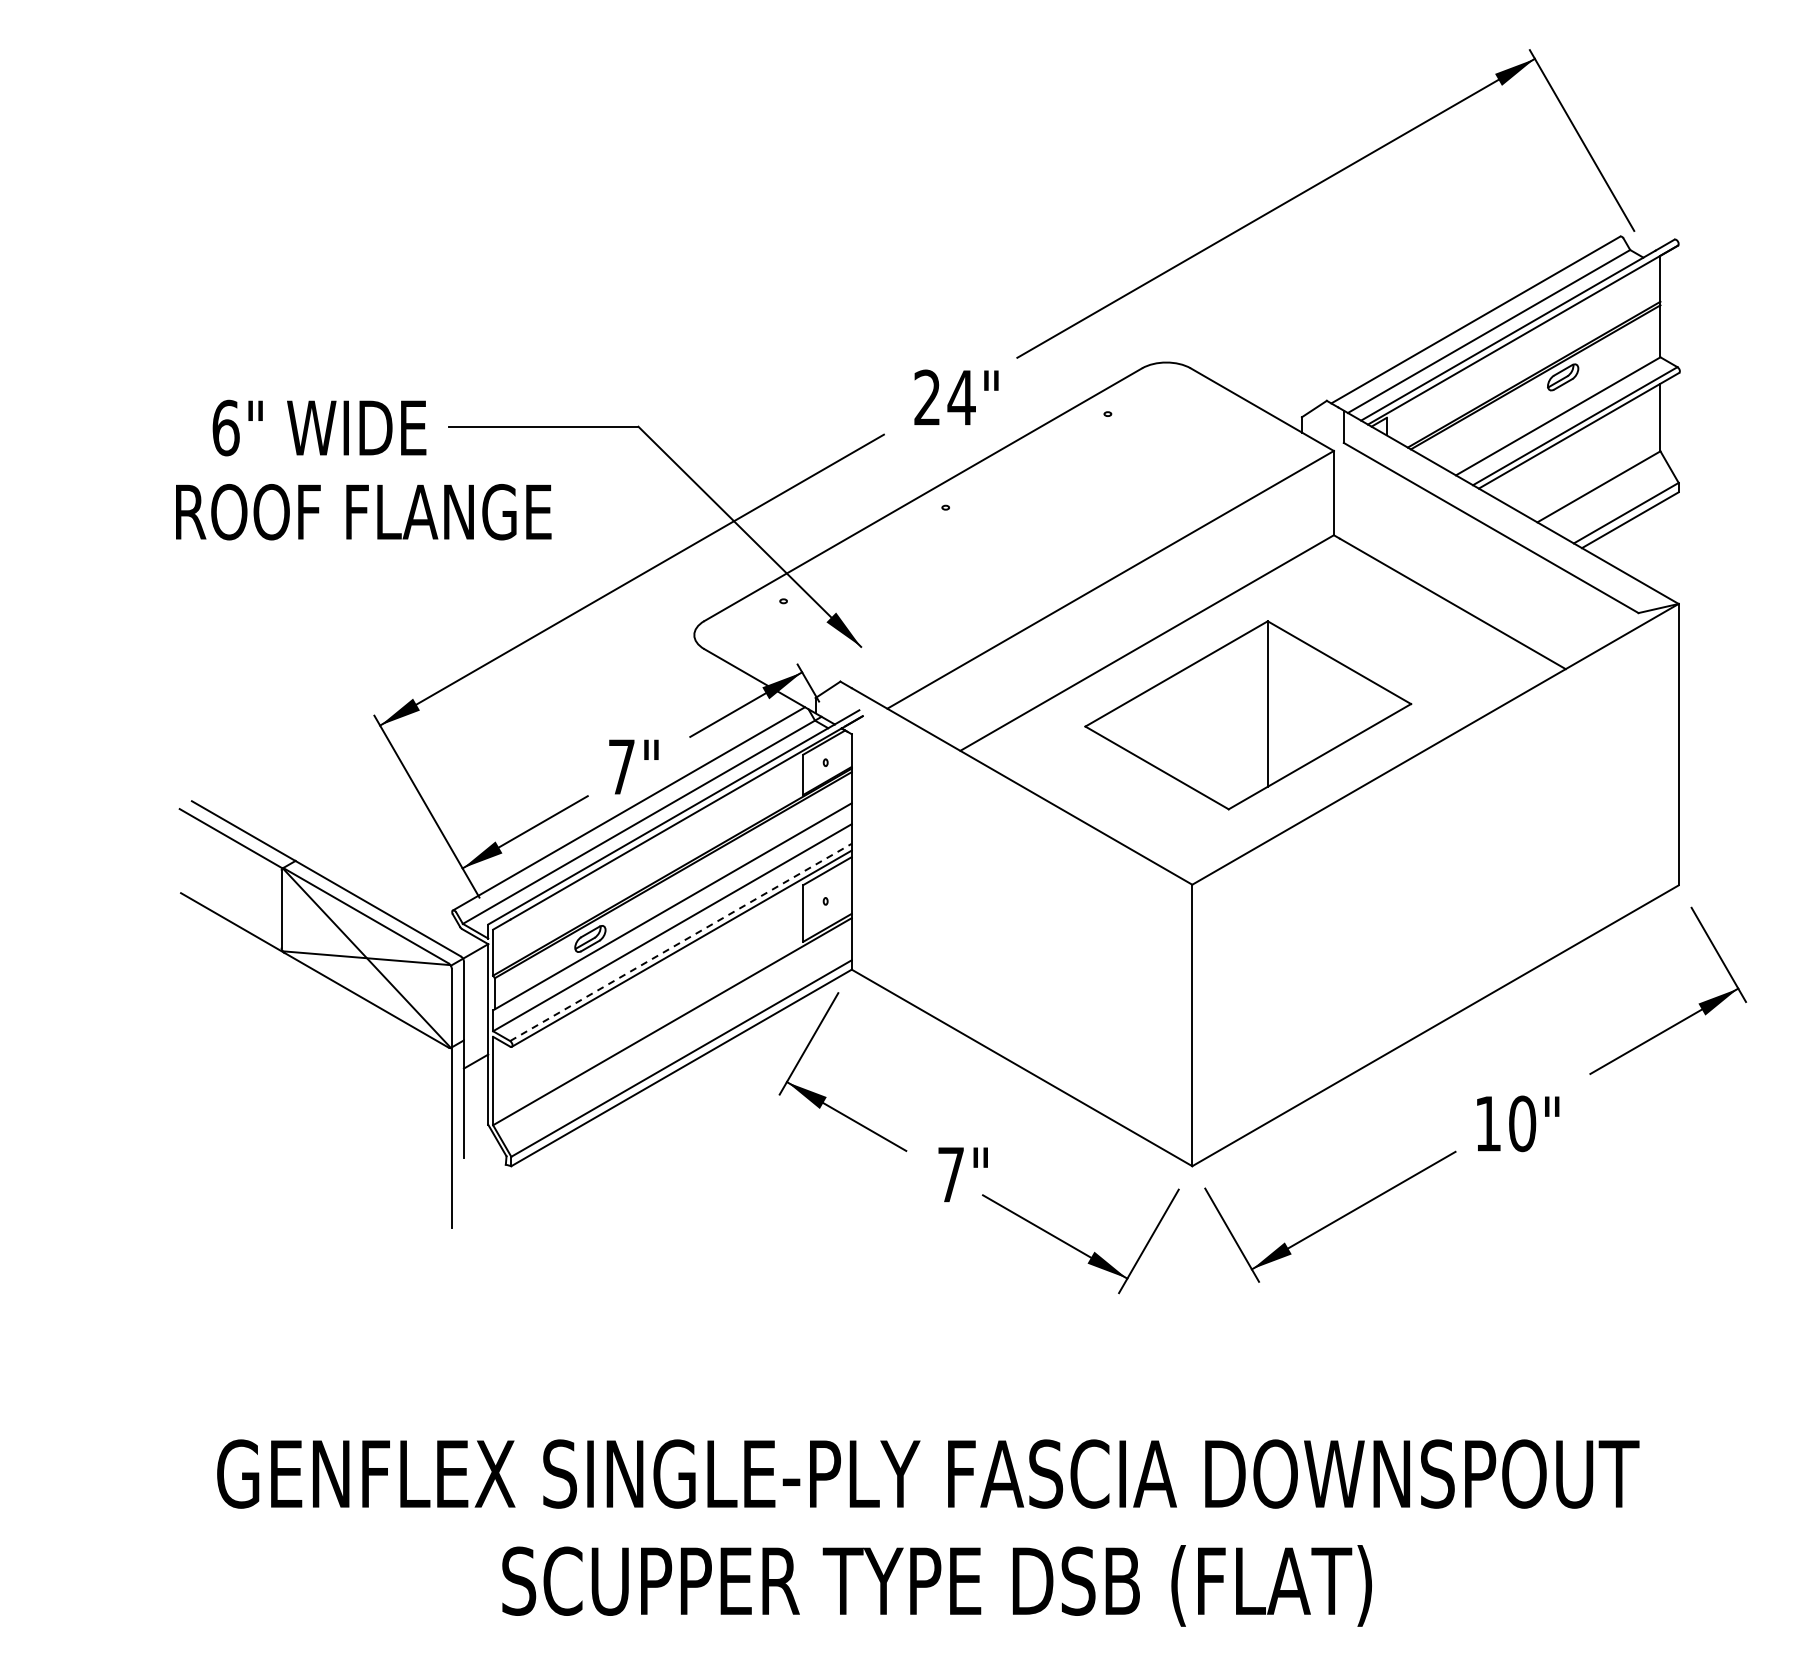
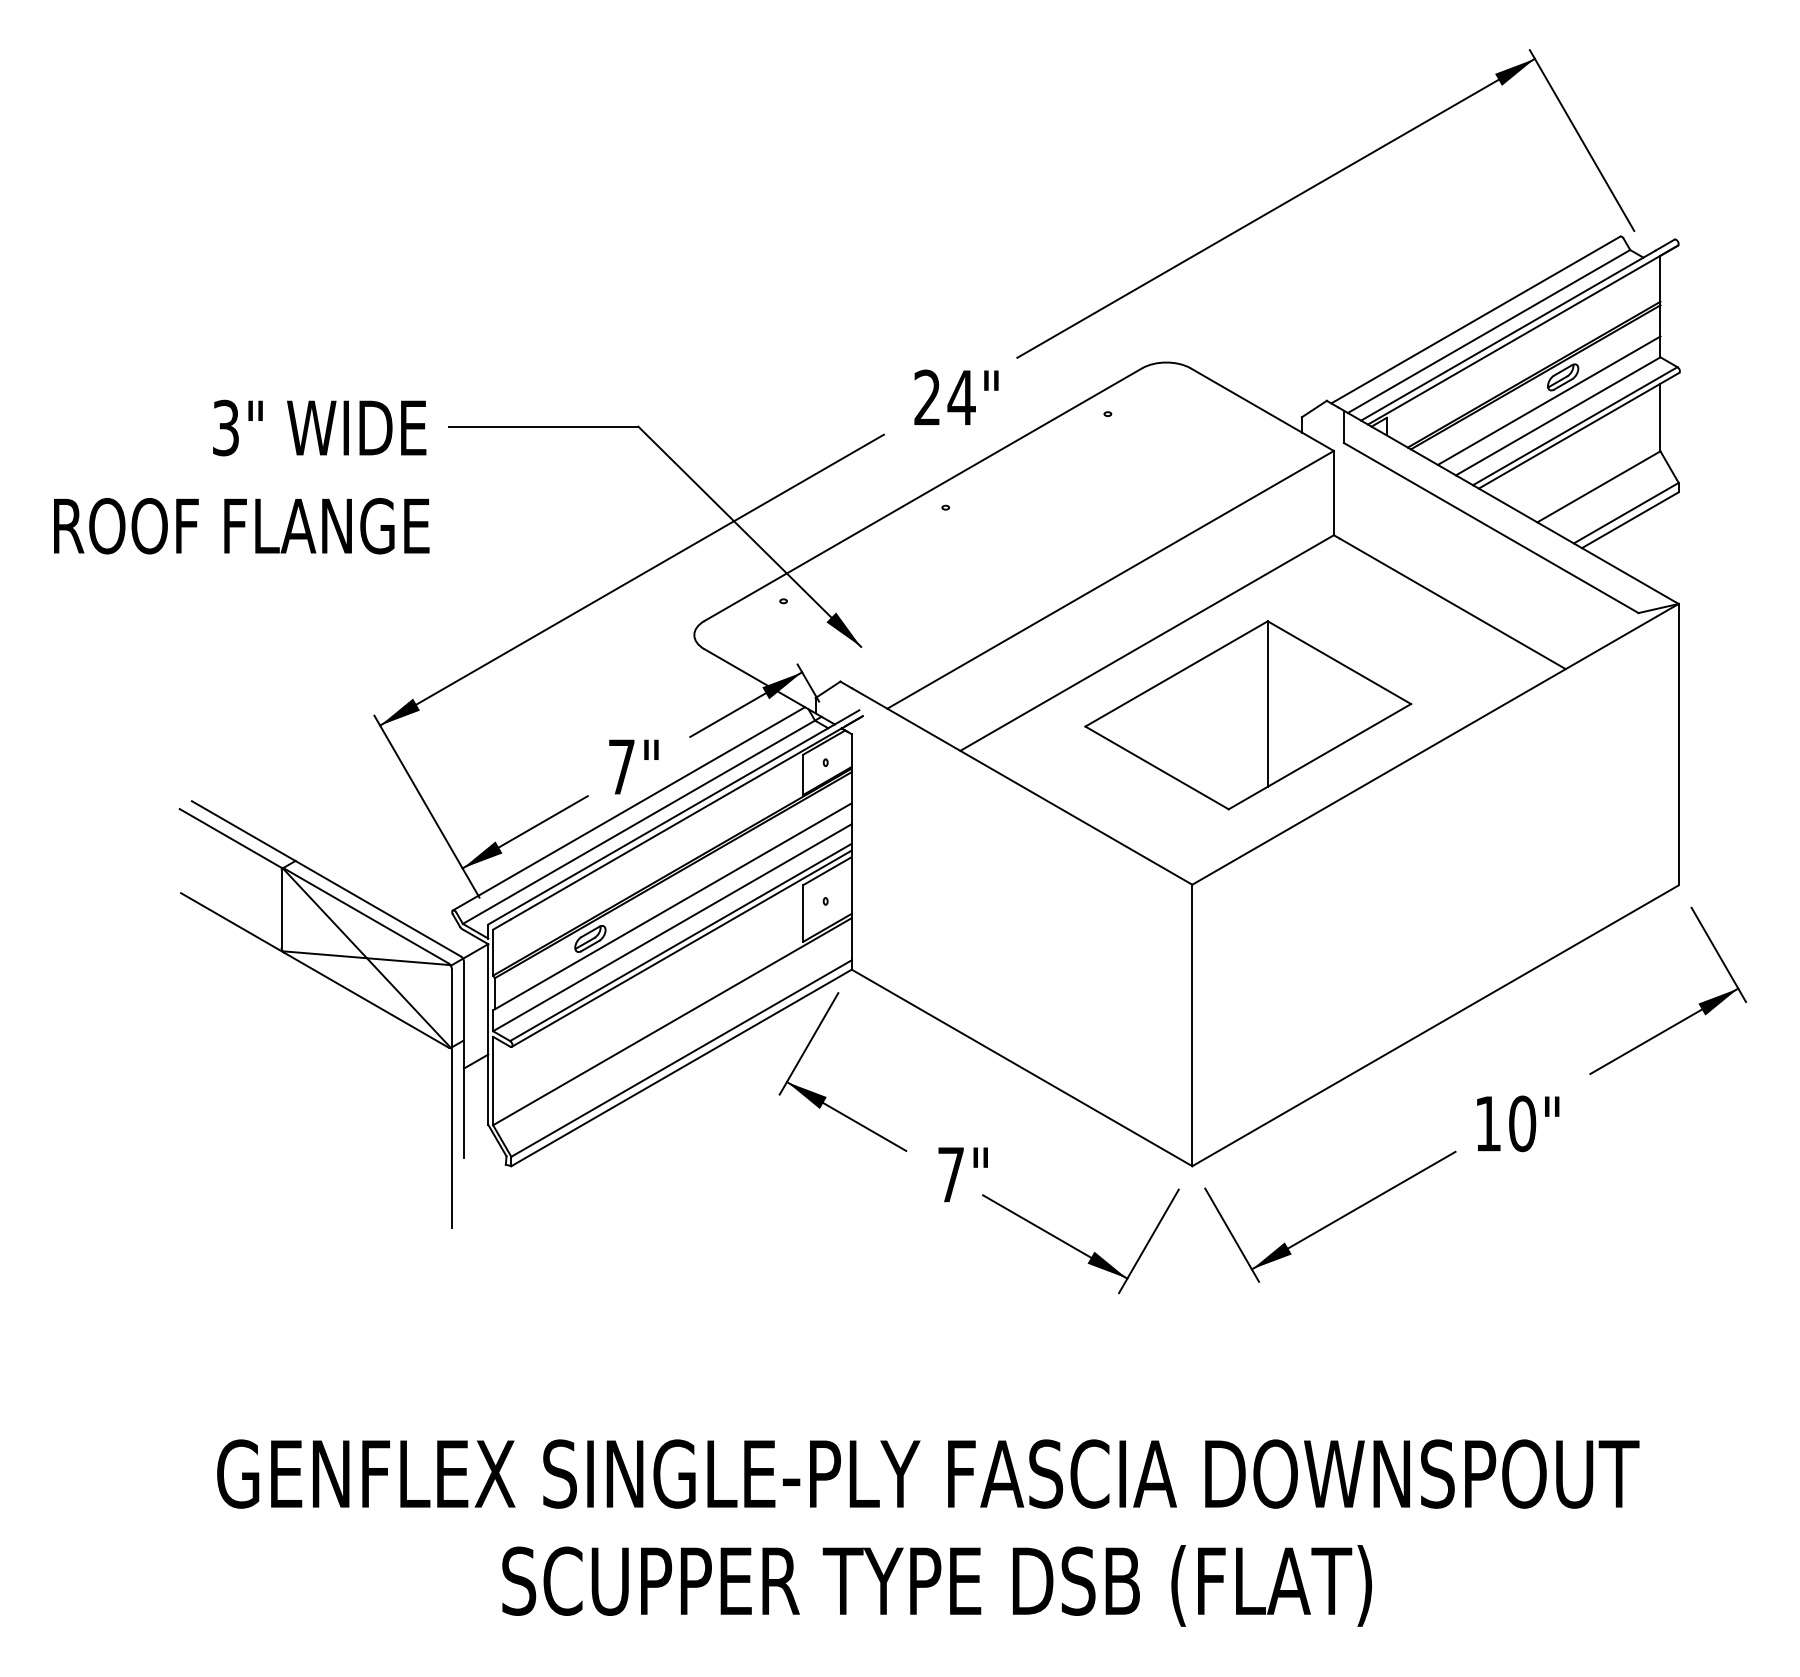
line at (1548, 400): none -> present
text at (225, 427): 6" -> 3"
text at (363, 512) position: (363, 512) -> (241, 526)
line at (681, 942): dashed -> solid
